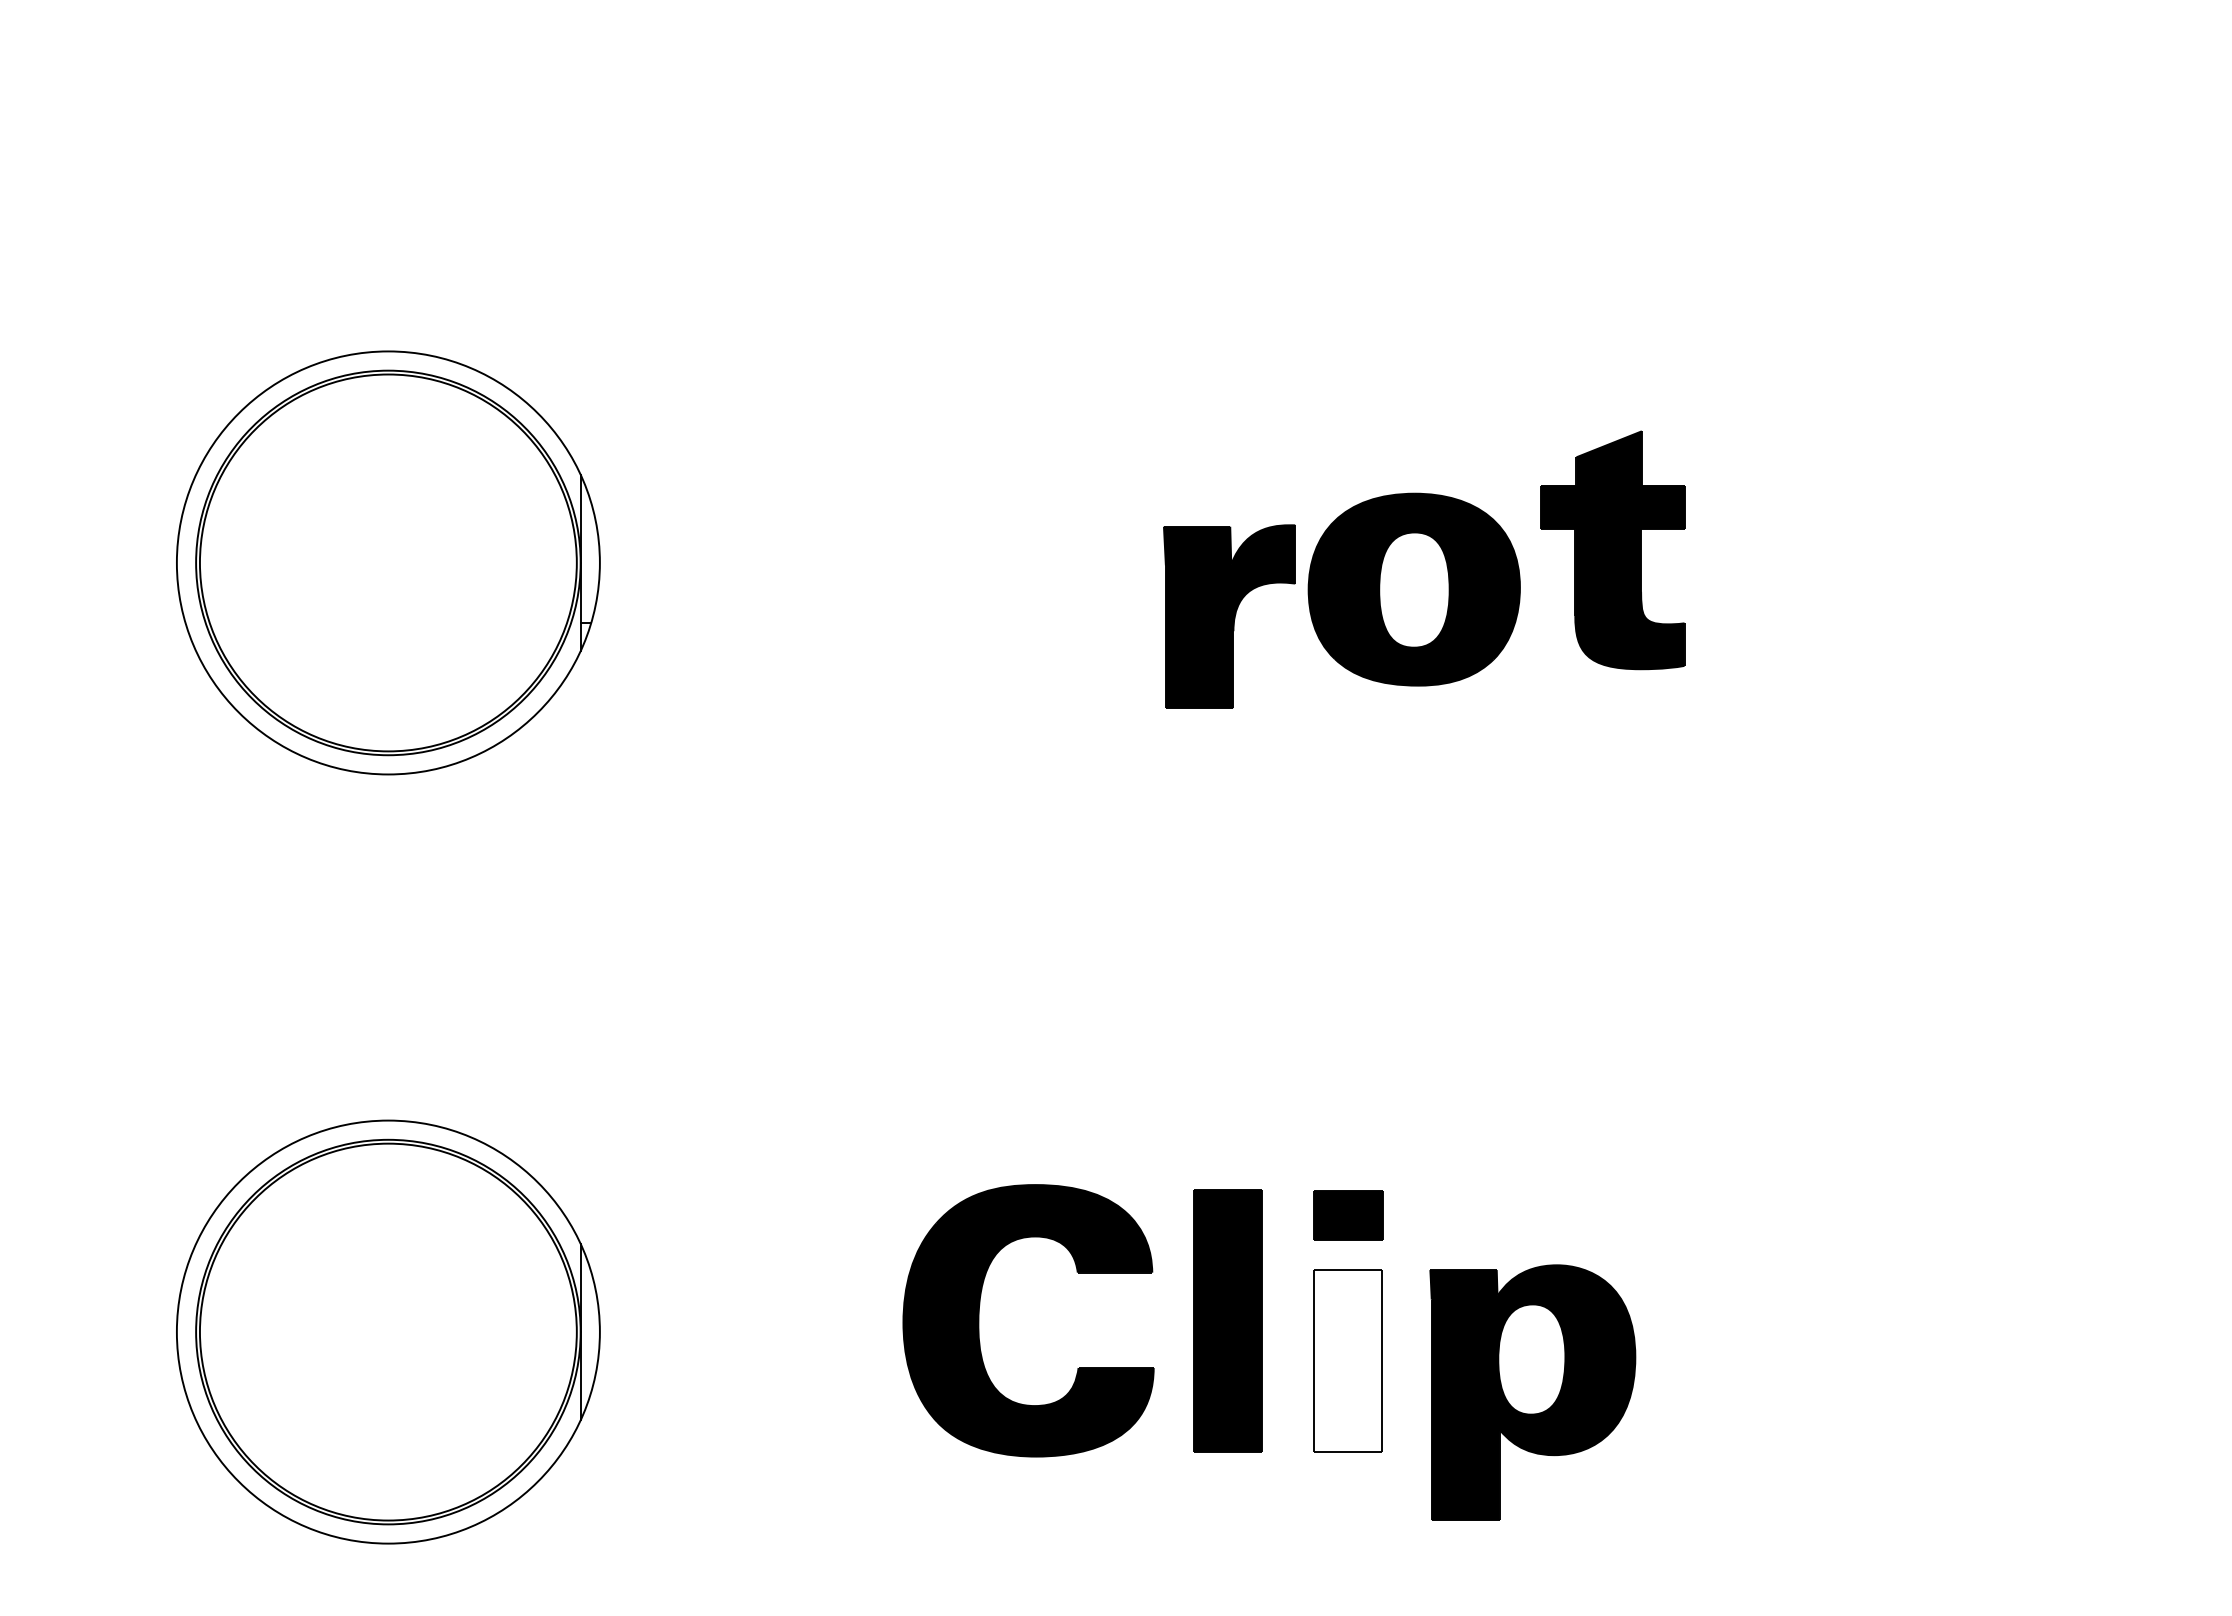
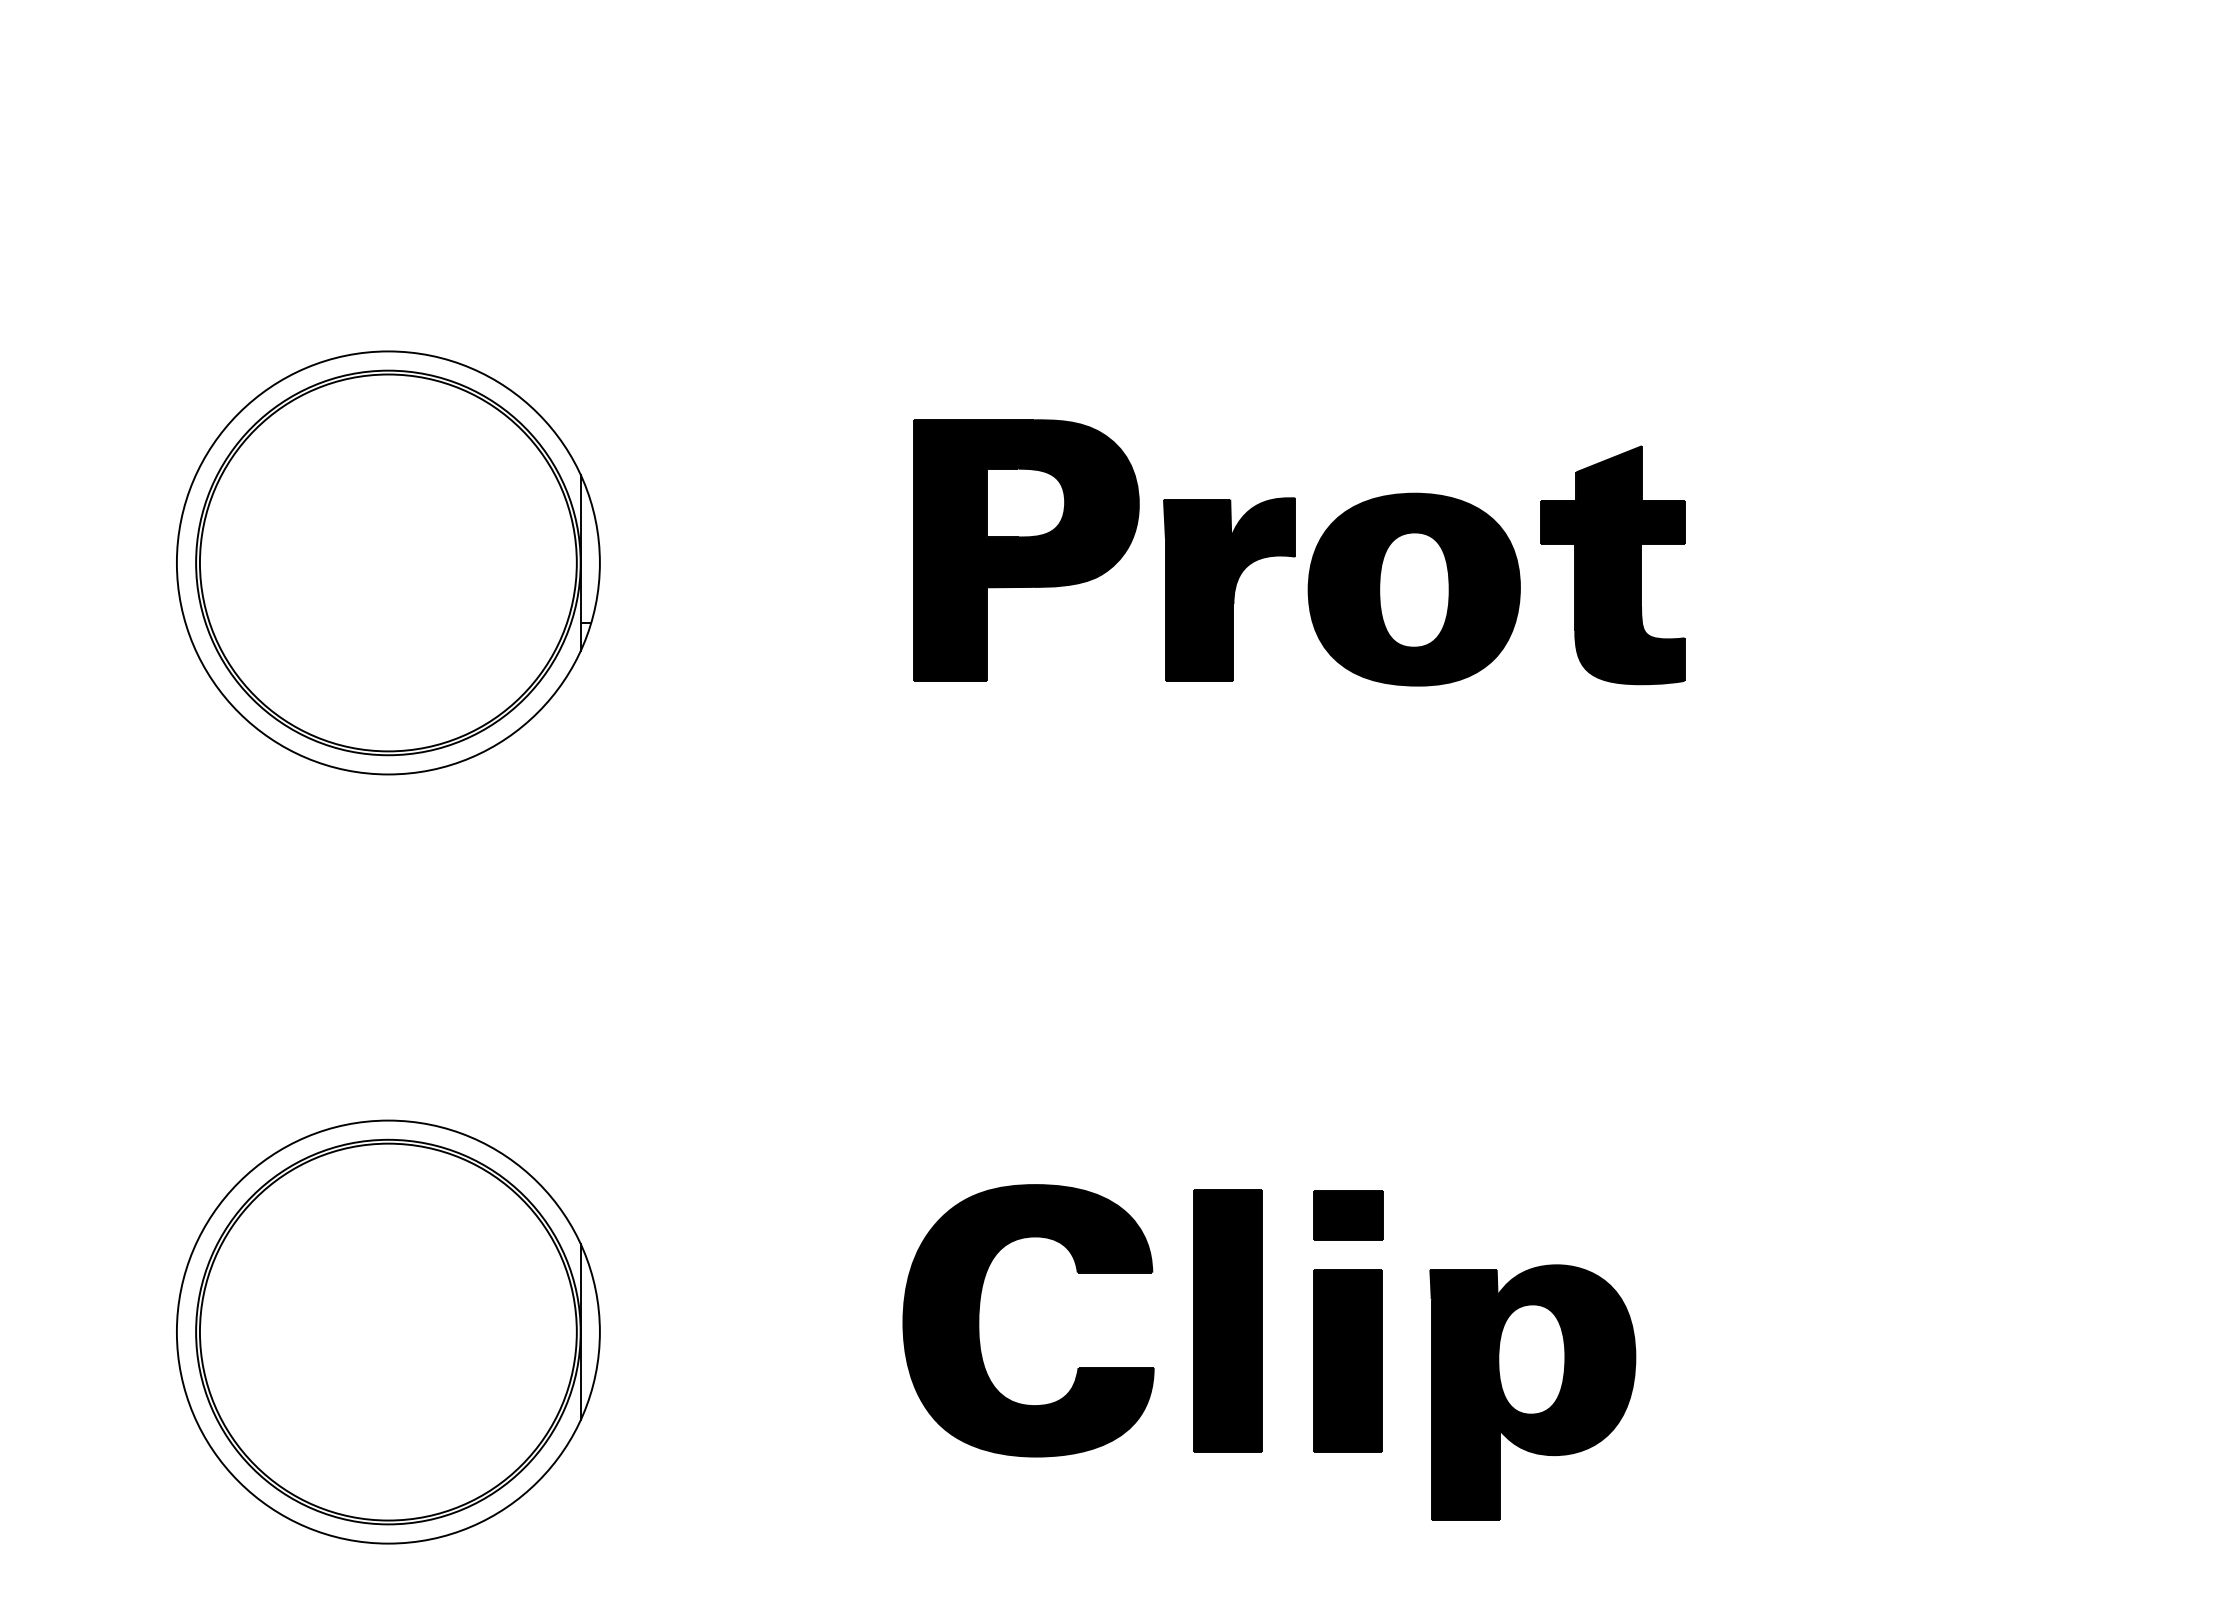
part at (1026, 550): none -> present
part at (1612, 550) position: (1612, 550) -> (1612, 565)
part at (1229, 616) position: (1229, 616) -> (1229, 589)
fill at (1348, 1360): none -> present
